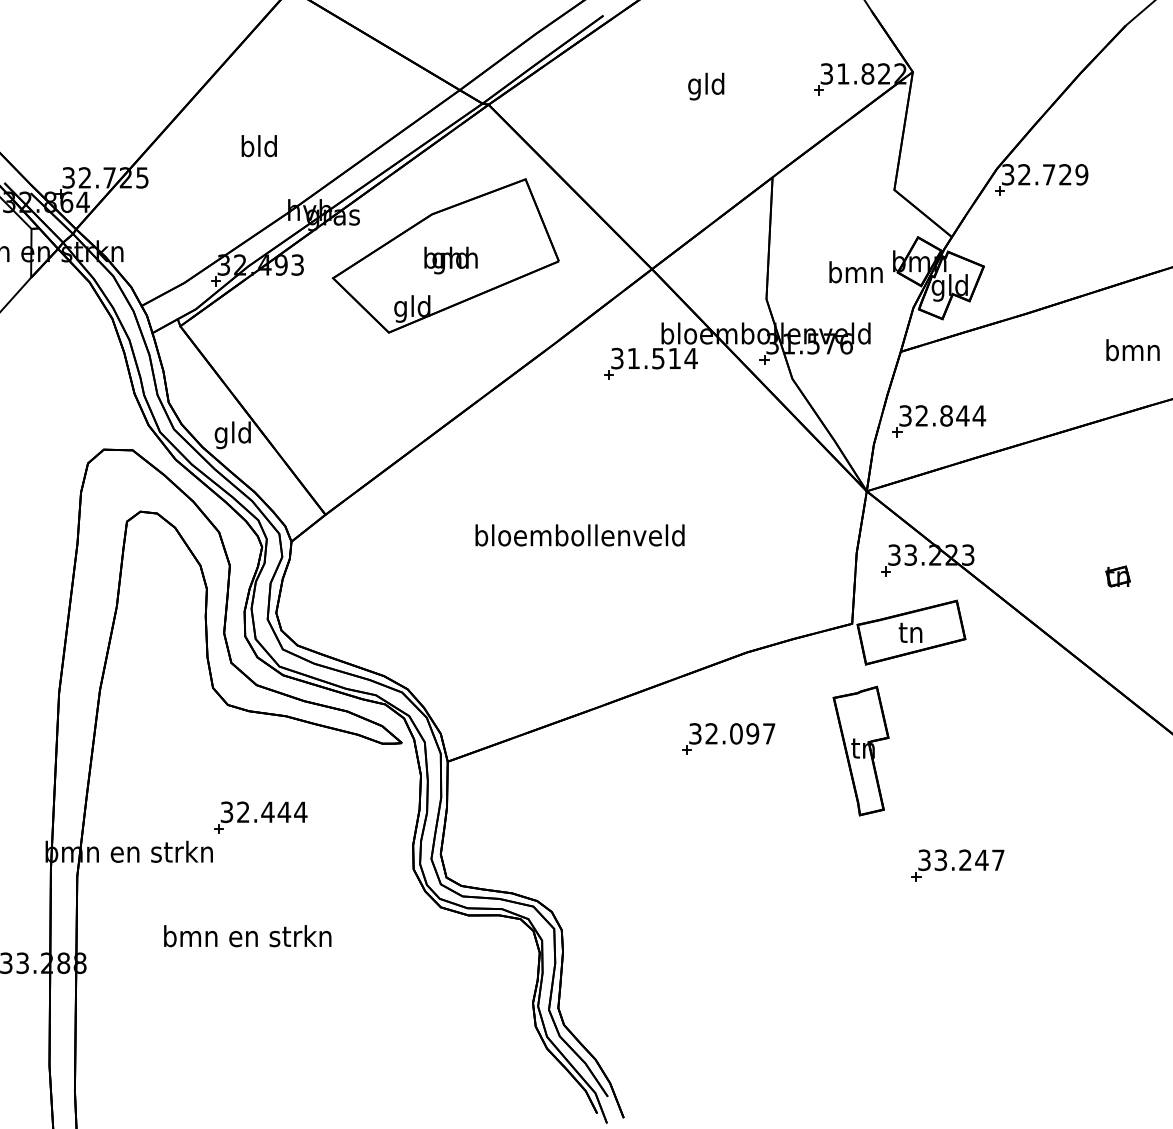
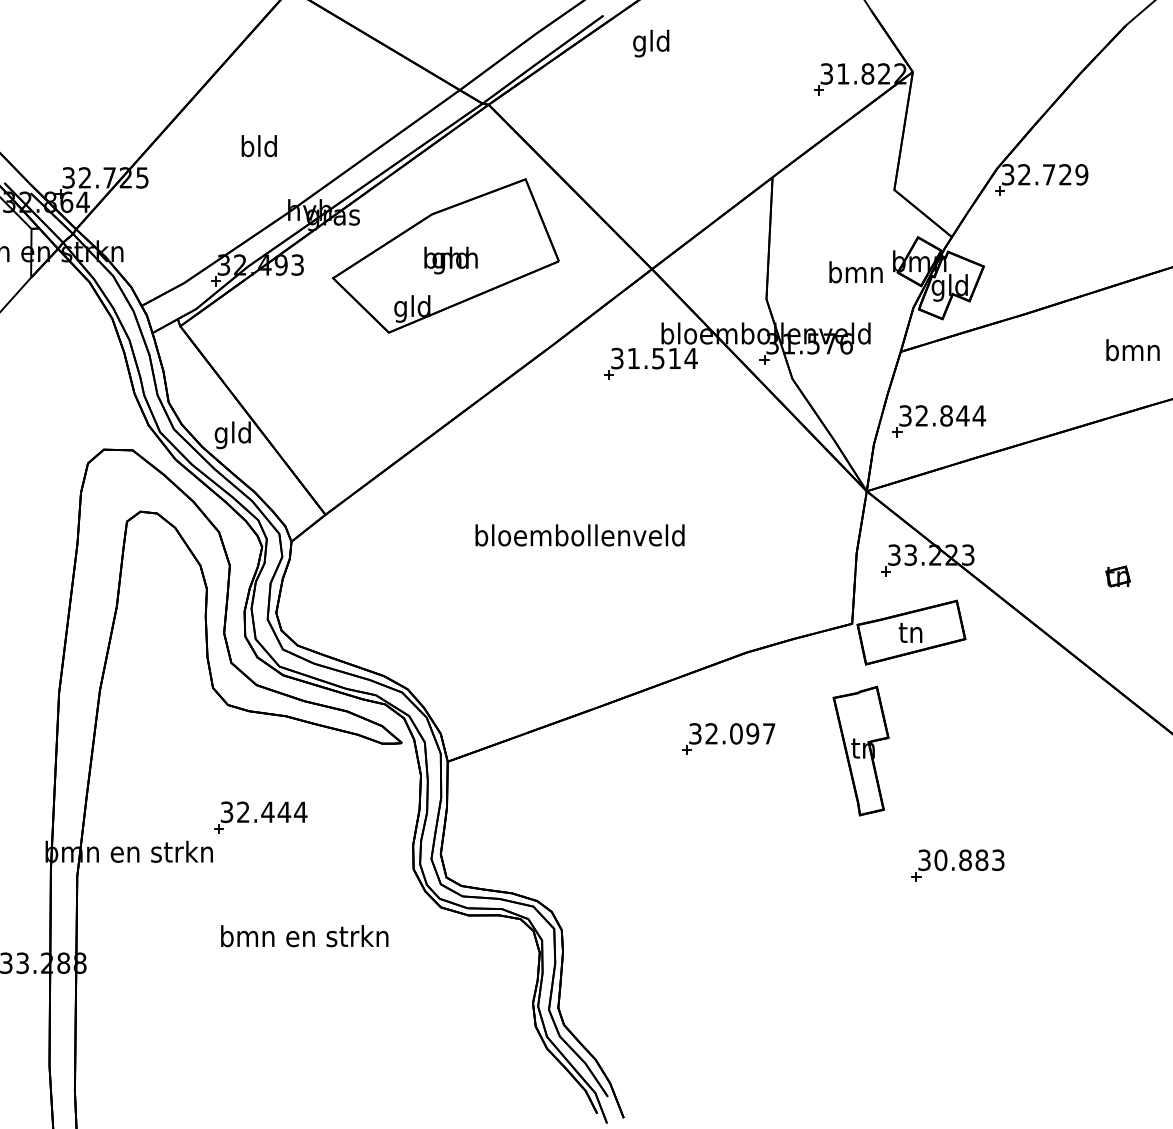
text at (706, 86) position: (706, 86) -> (651, 43)
text at (969, 860): 33.247 -> 30.883
text at (247, 936) position: (247, 936) -> (304, 936)
